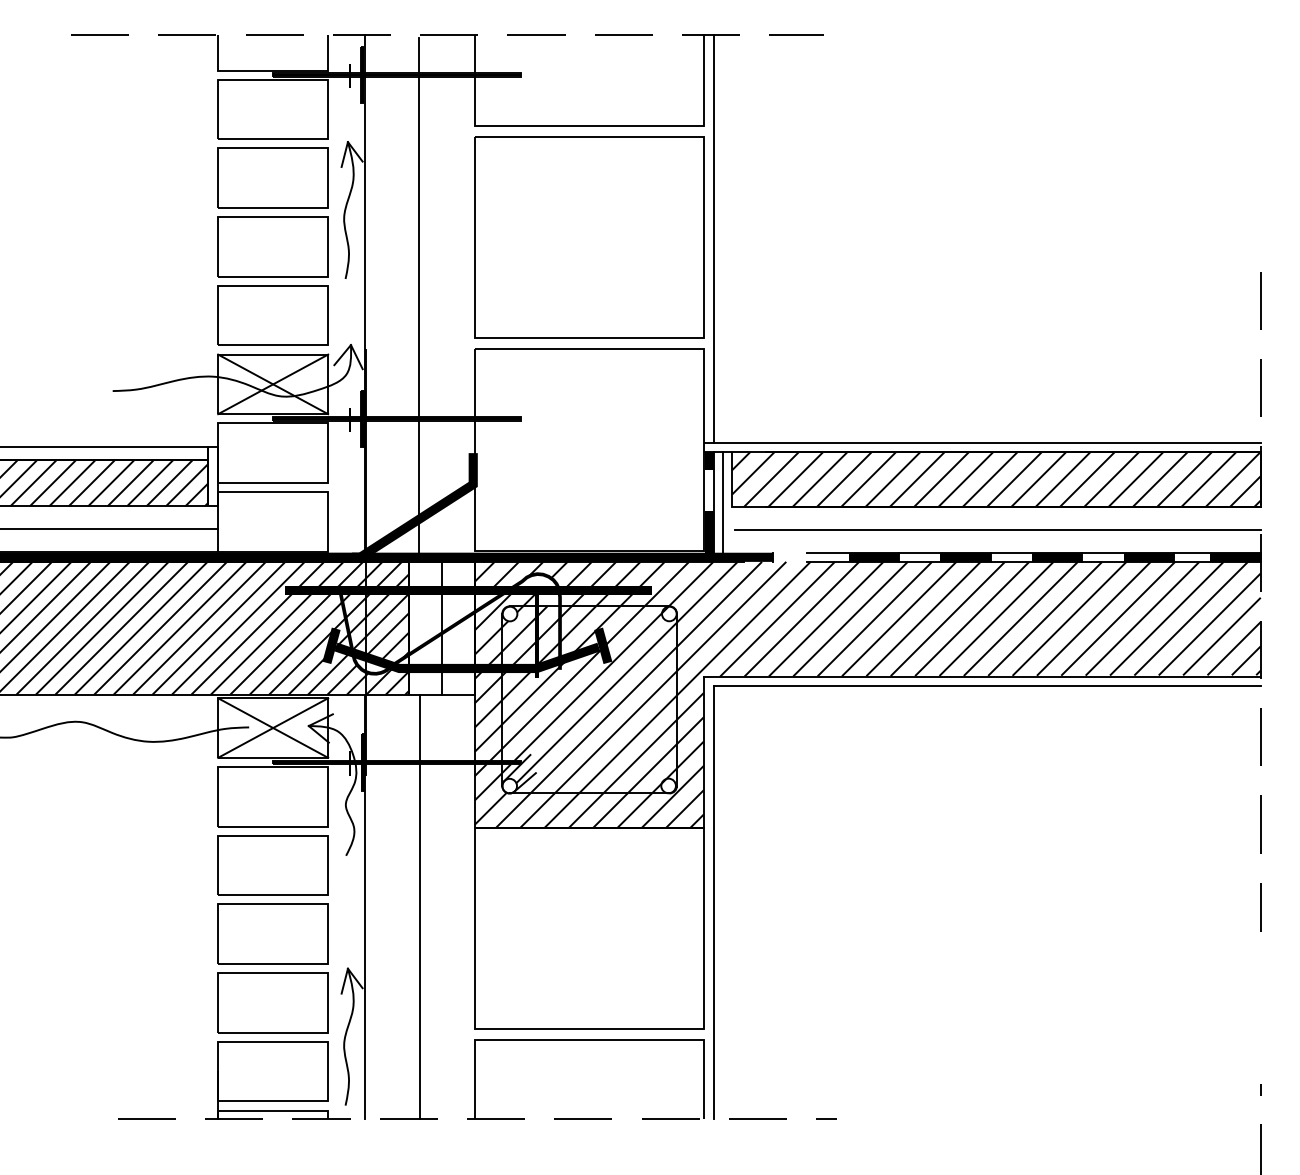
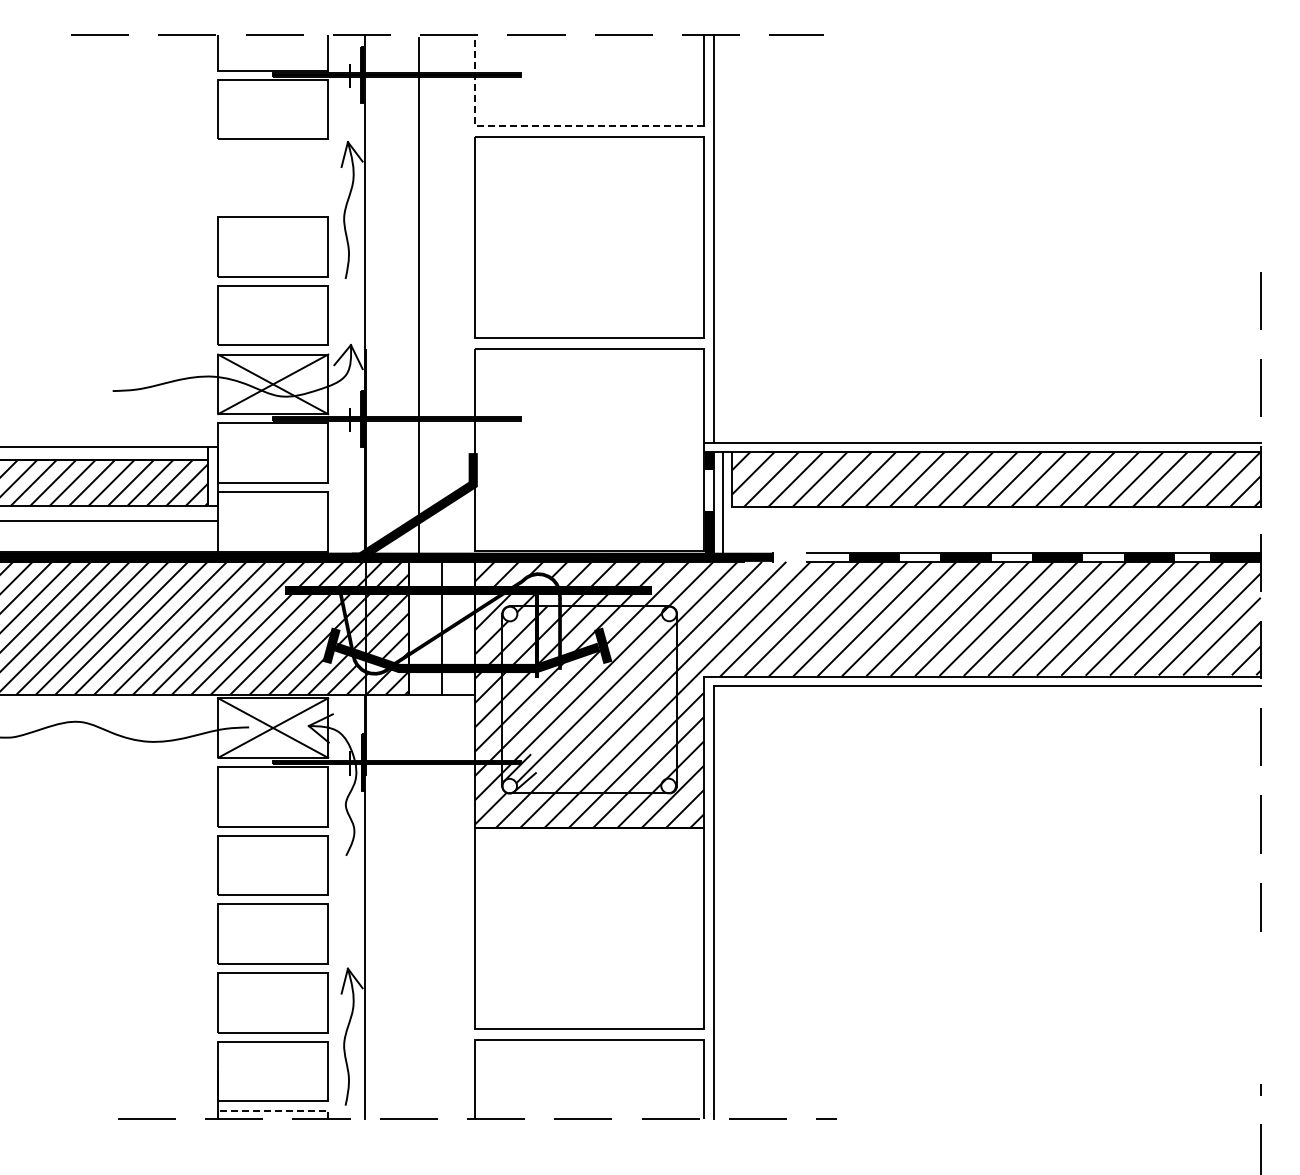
line at (543, 125): solid -> dashed
part at (272, 177): present -> none
line at (110, 528) position: (110, 528) -> (110, 520)
line at (997, 530): present -> none
line at (420, 906): present -> none
line at (273, 1110): solid -> dashed
